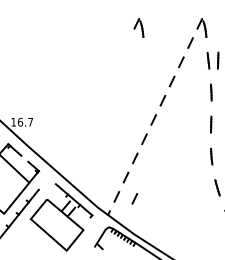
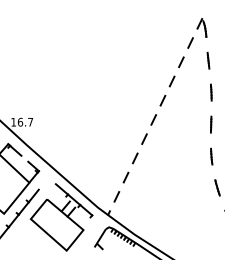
part at (138, 27): present -> none
line at (218, 60): present -> none
line at (134, 198): present -> none
